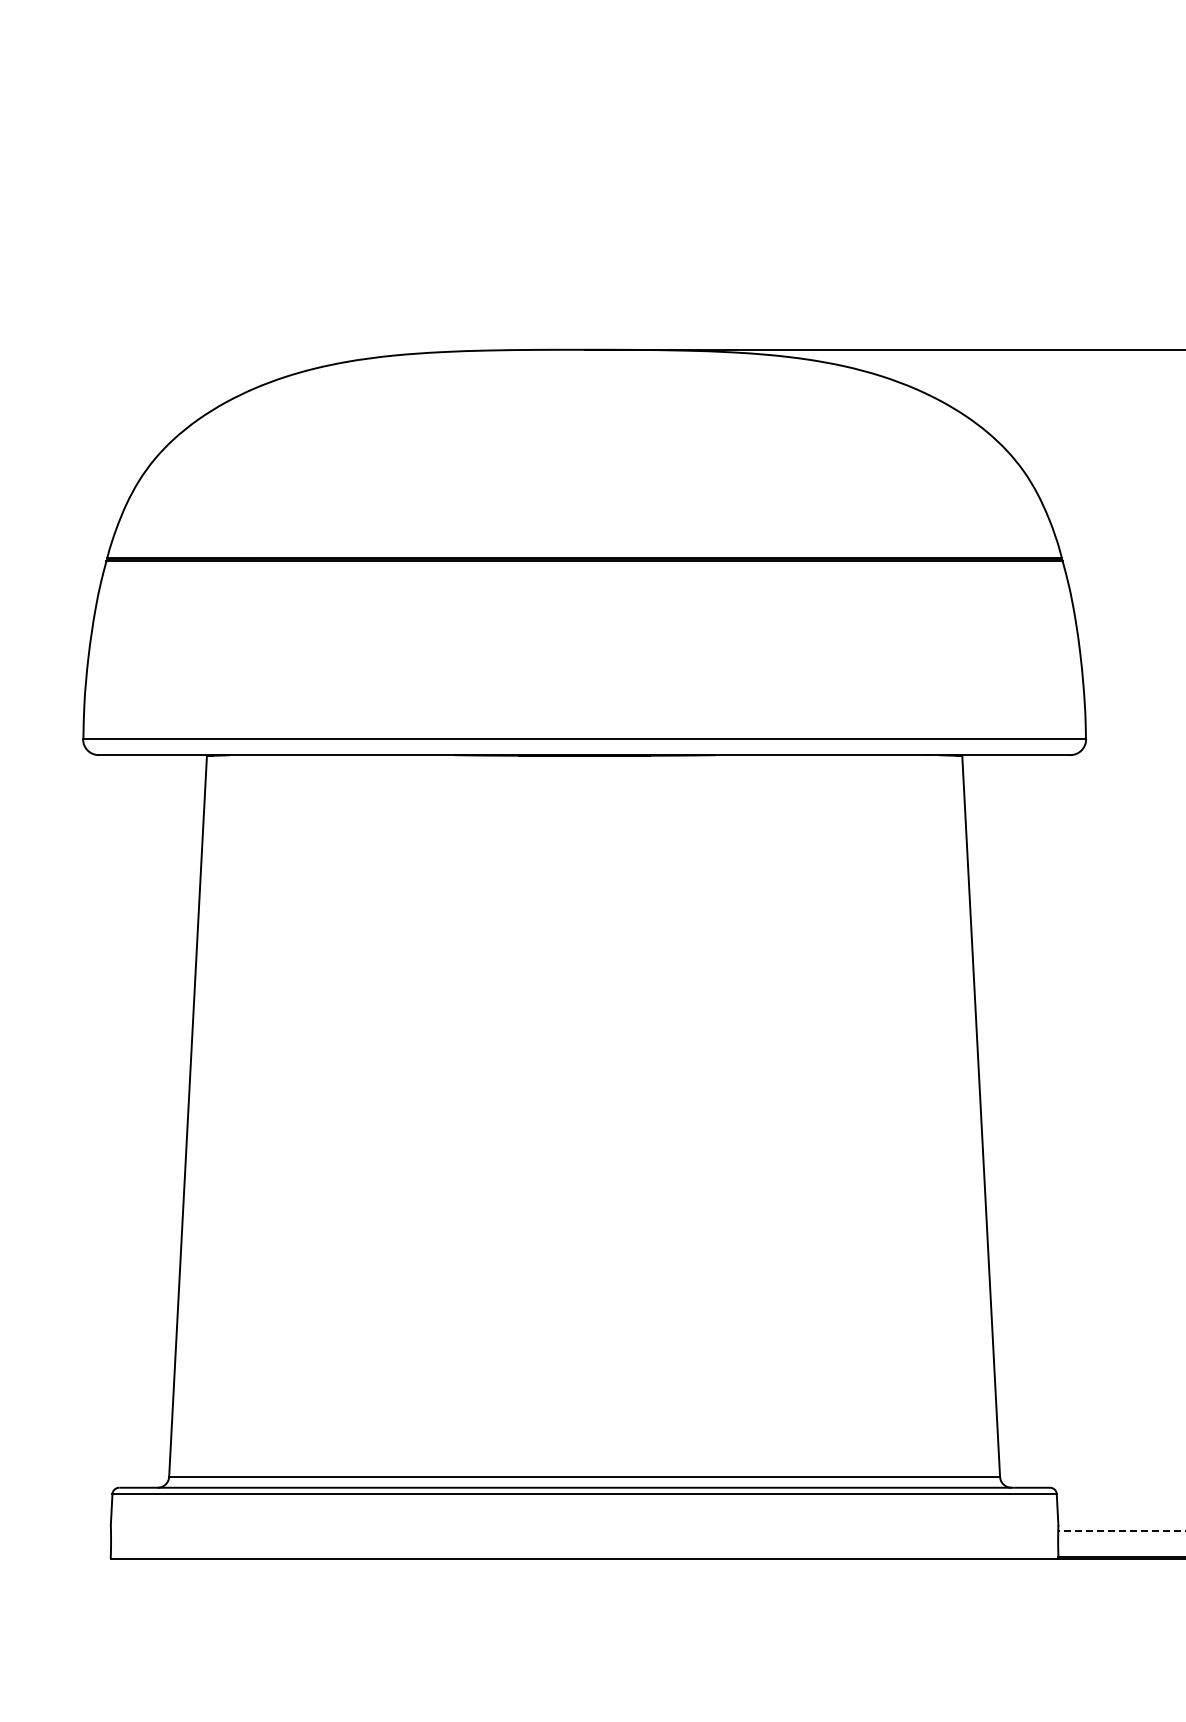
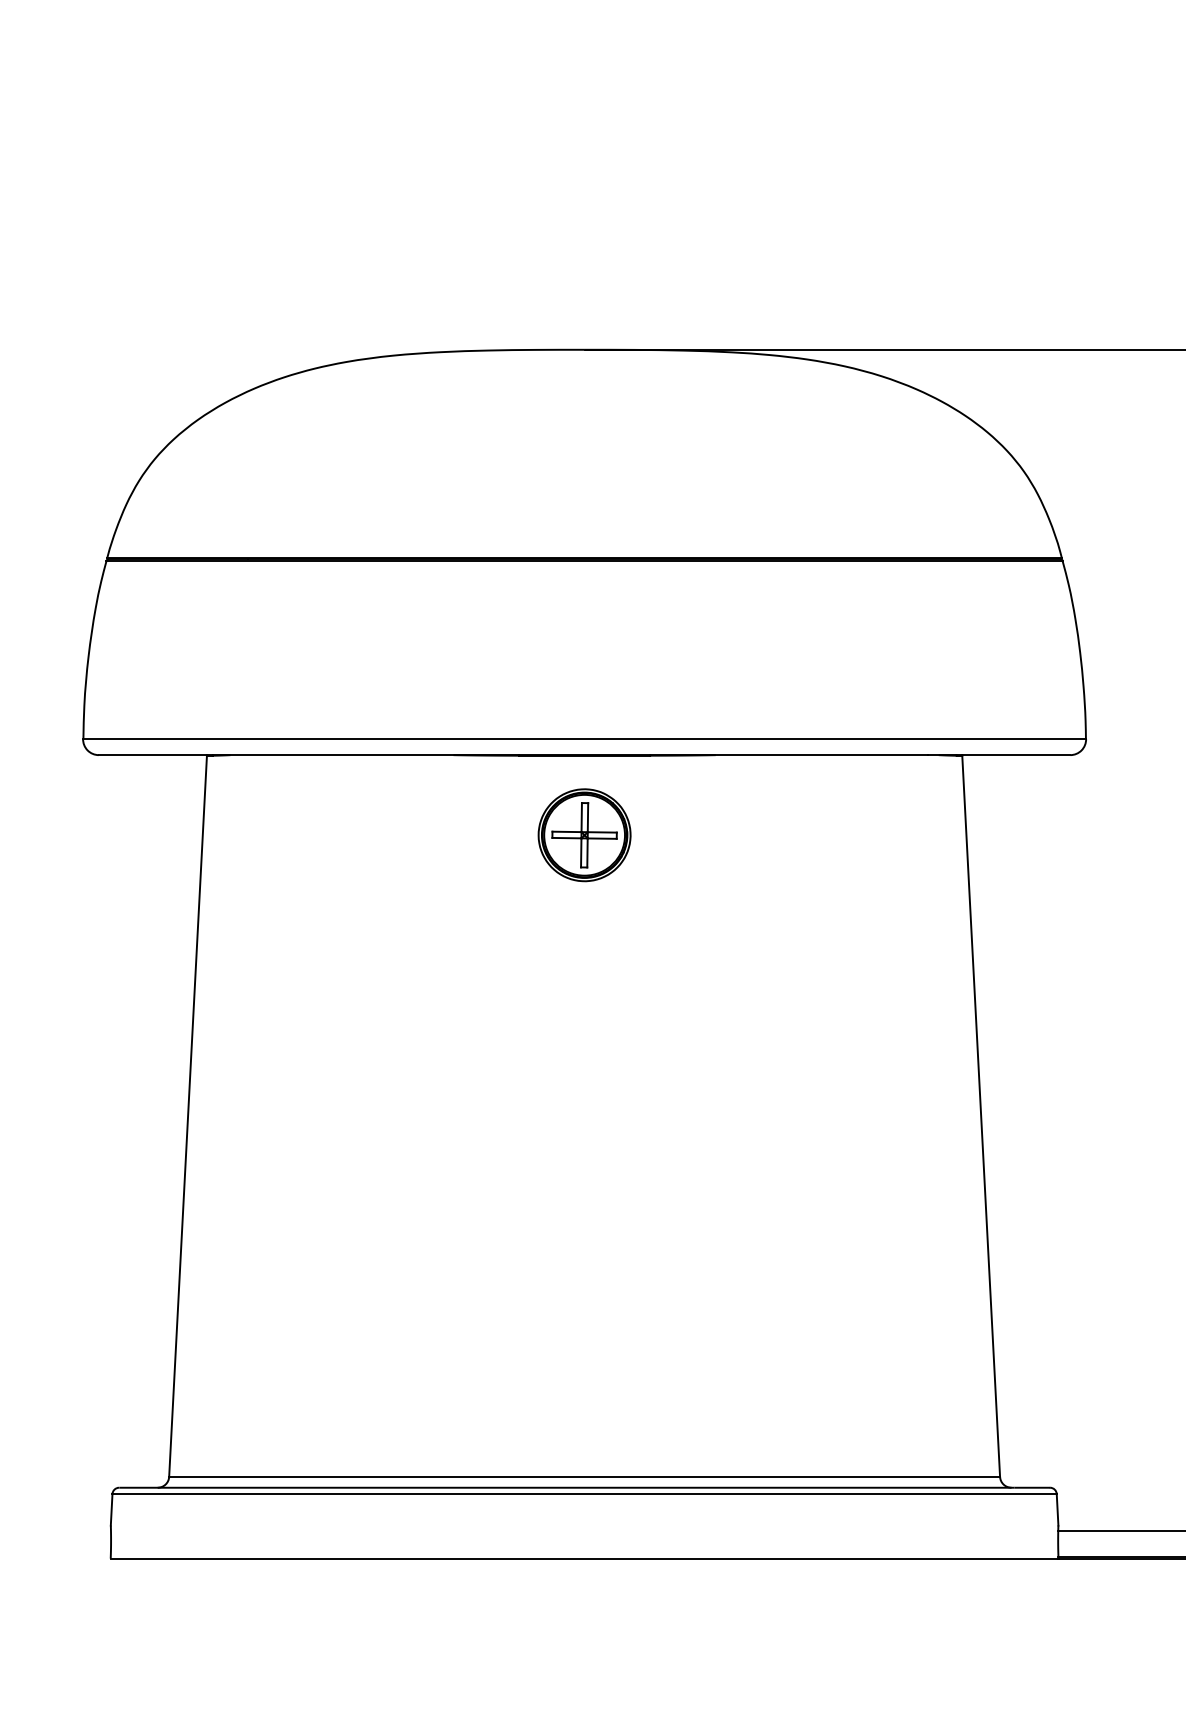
part at (584, 835): none -> present
line at (1122, 1530): dashed -> solid
